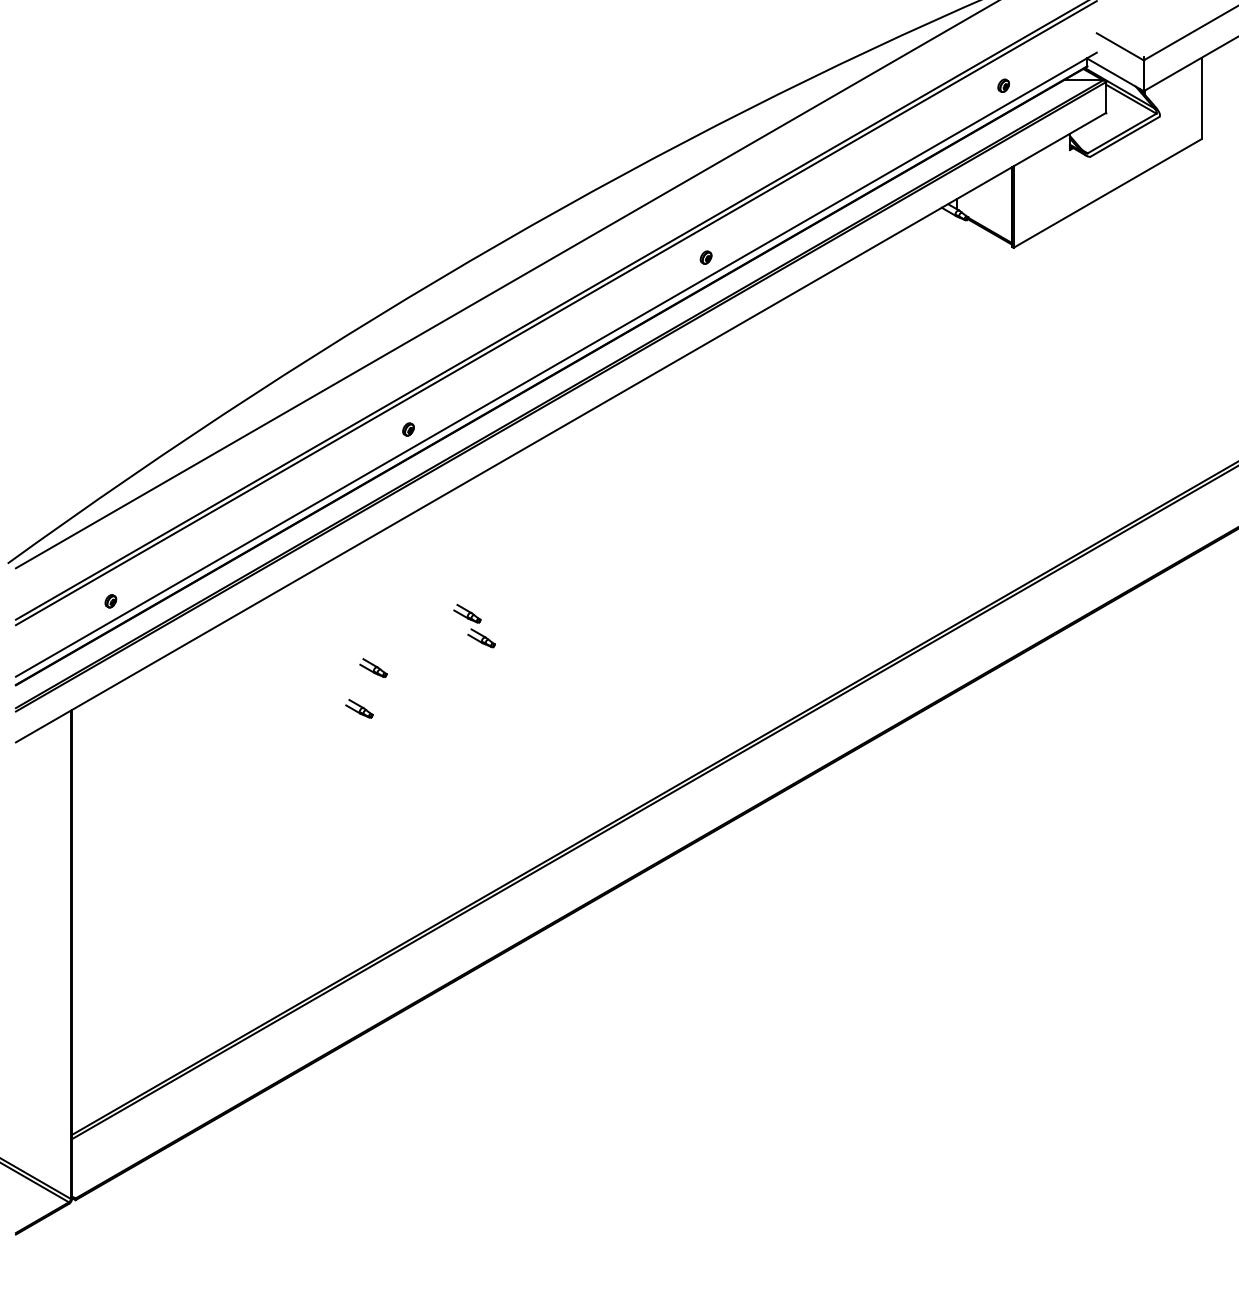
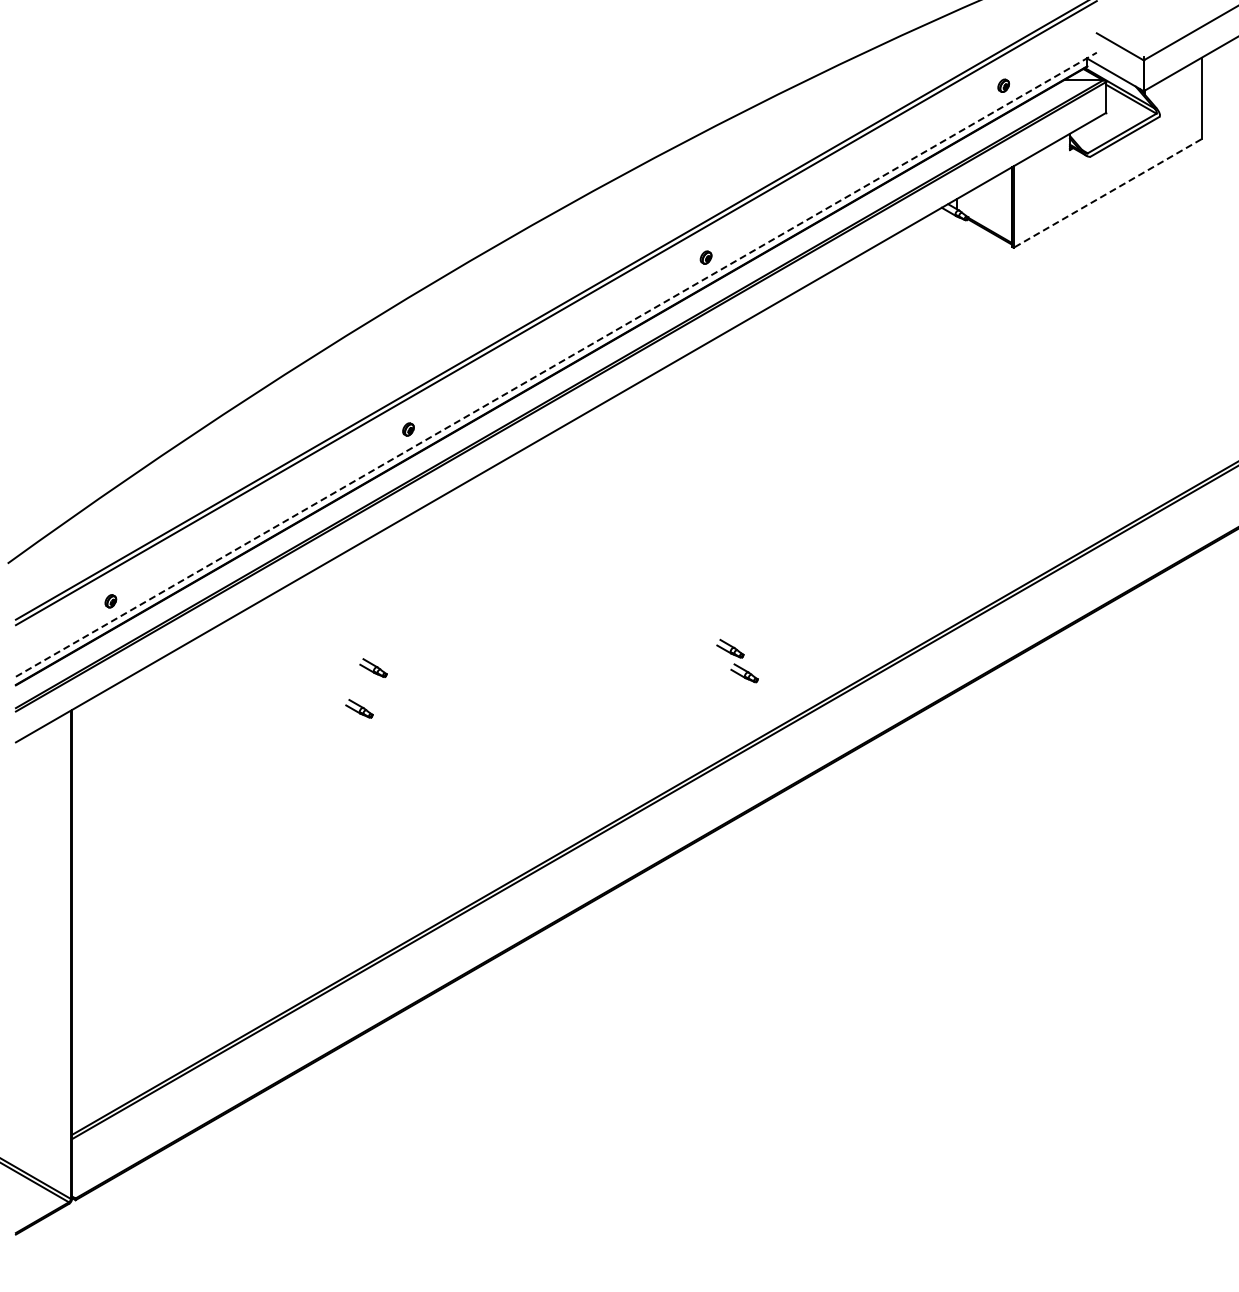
line at (1107, 193): solid -> dashed
line at (505, 285): present -> none
line at (556, 364): solid -> dashed
part at (474, 625) position: (474, 625) -> (737, 660)
